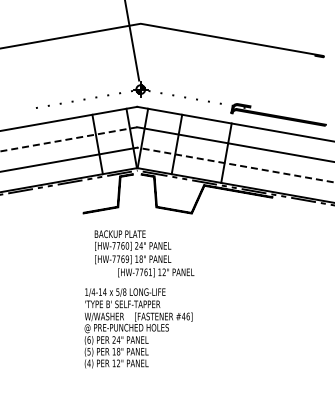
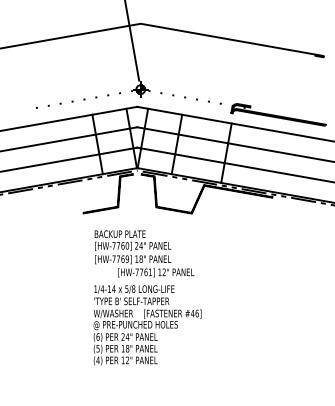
line at (68, 139): dashed -> solid
line at (235, 165): dashed -> solid
text at (138, 328) position: (138, 328) -> (147, 325)
